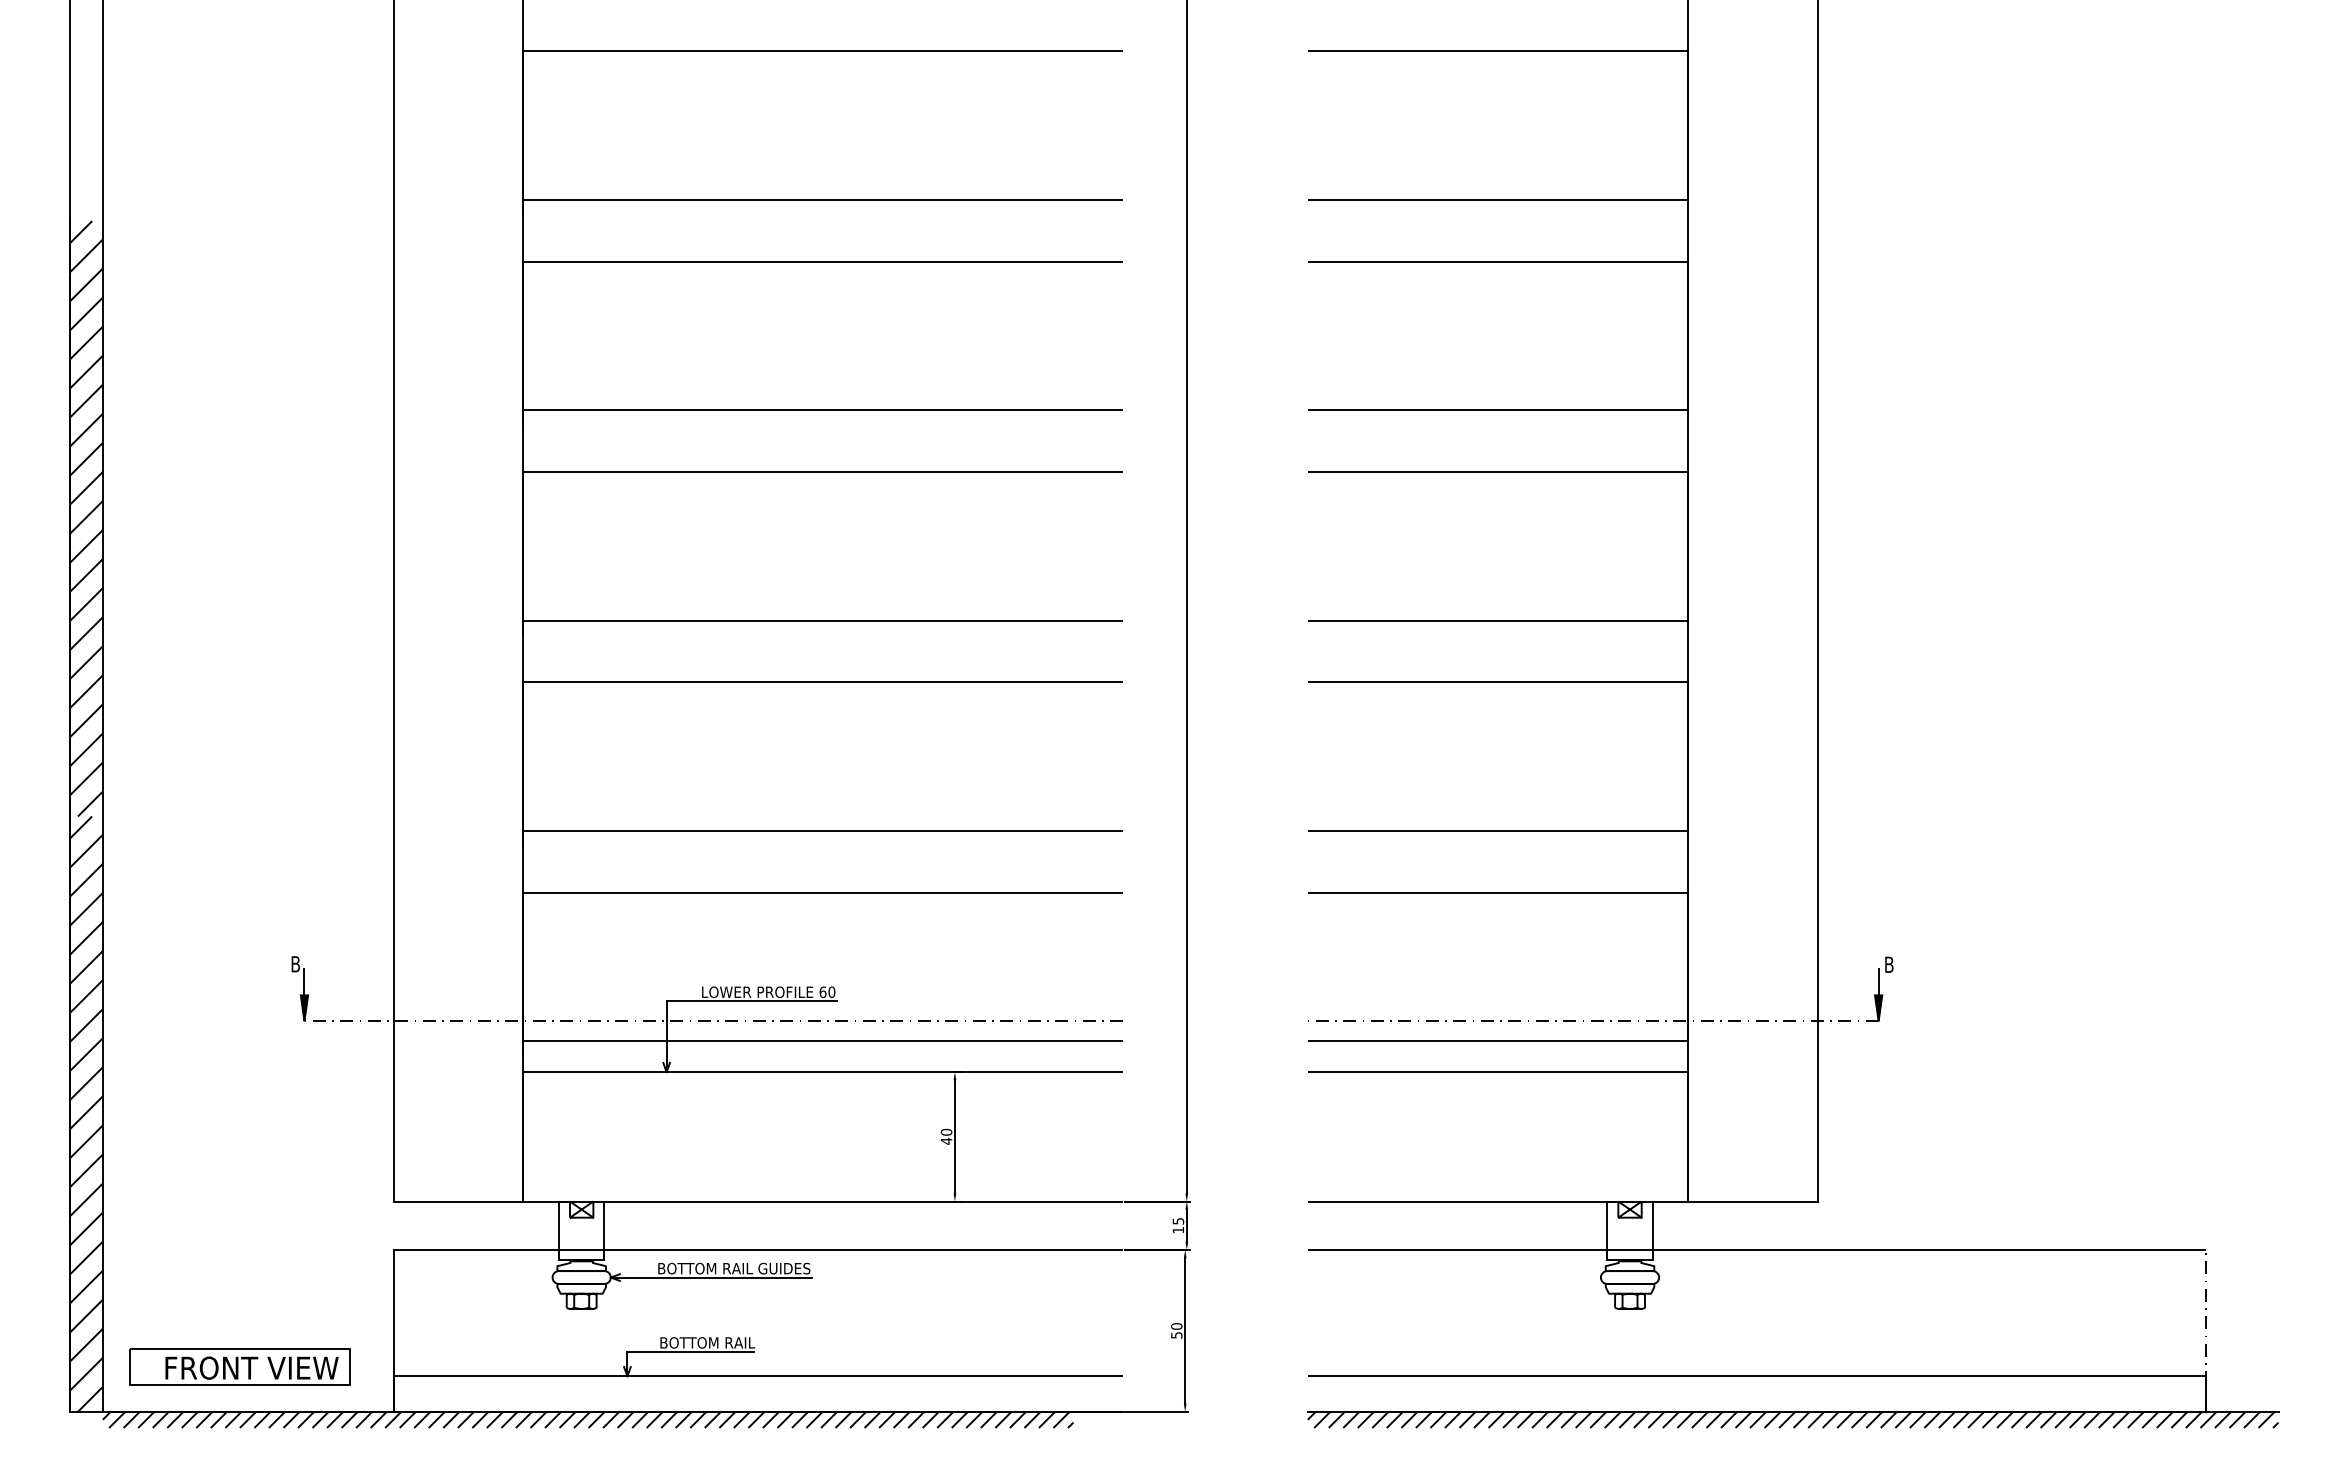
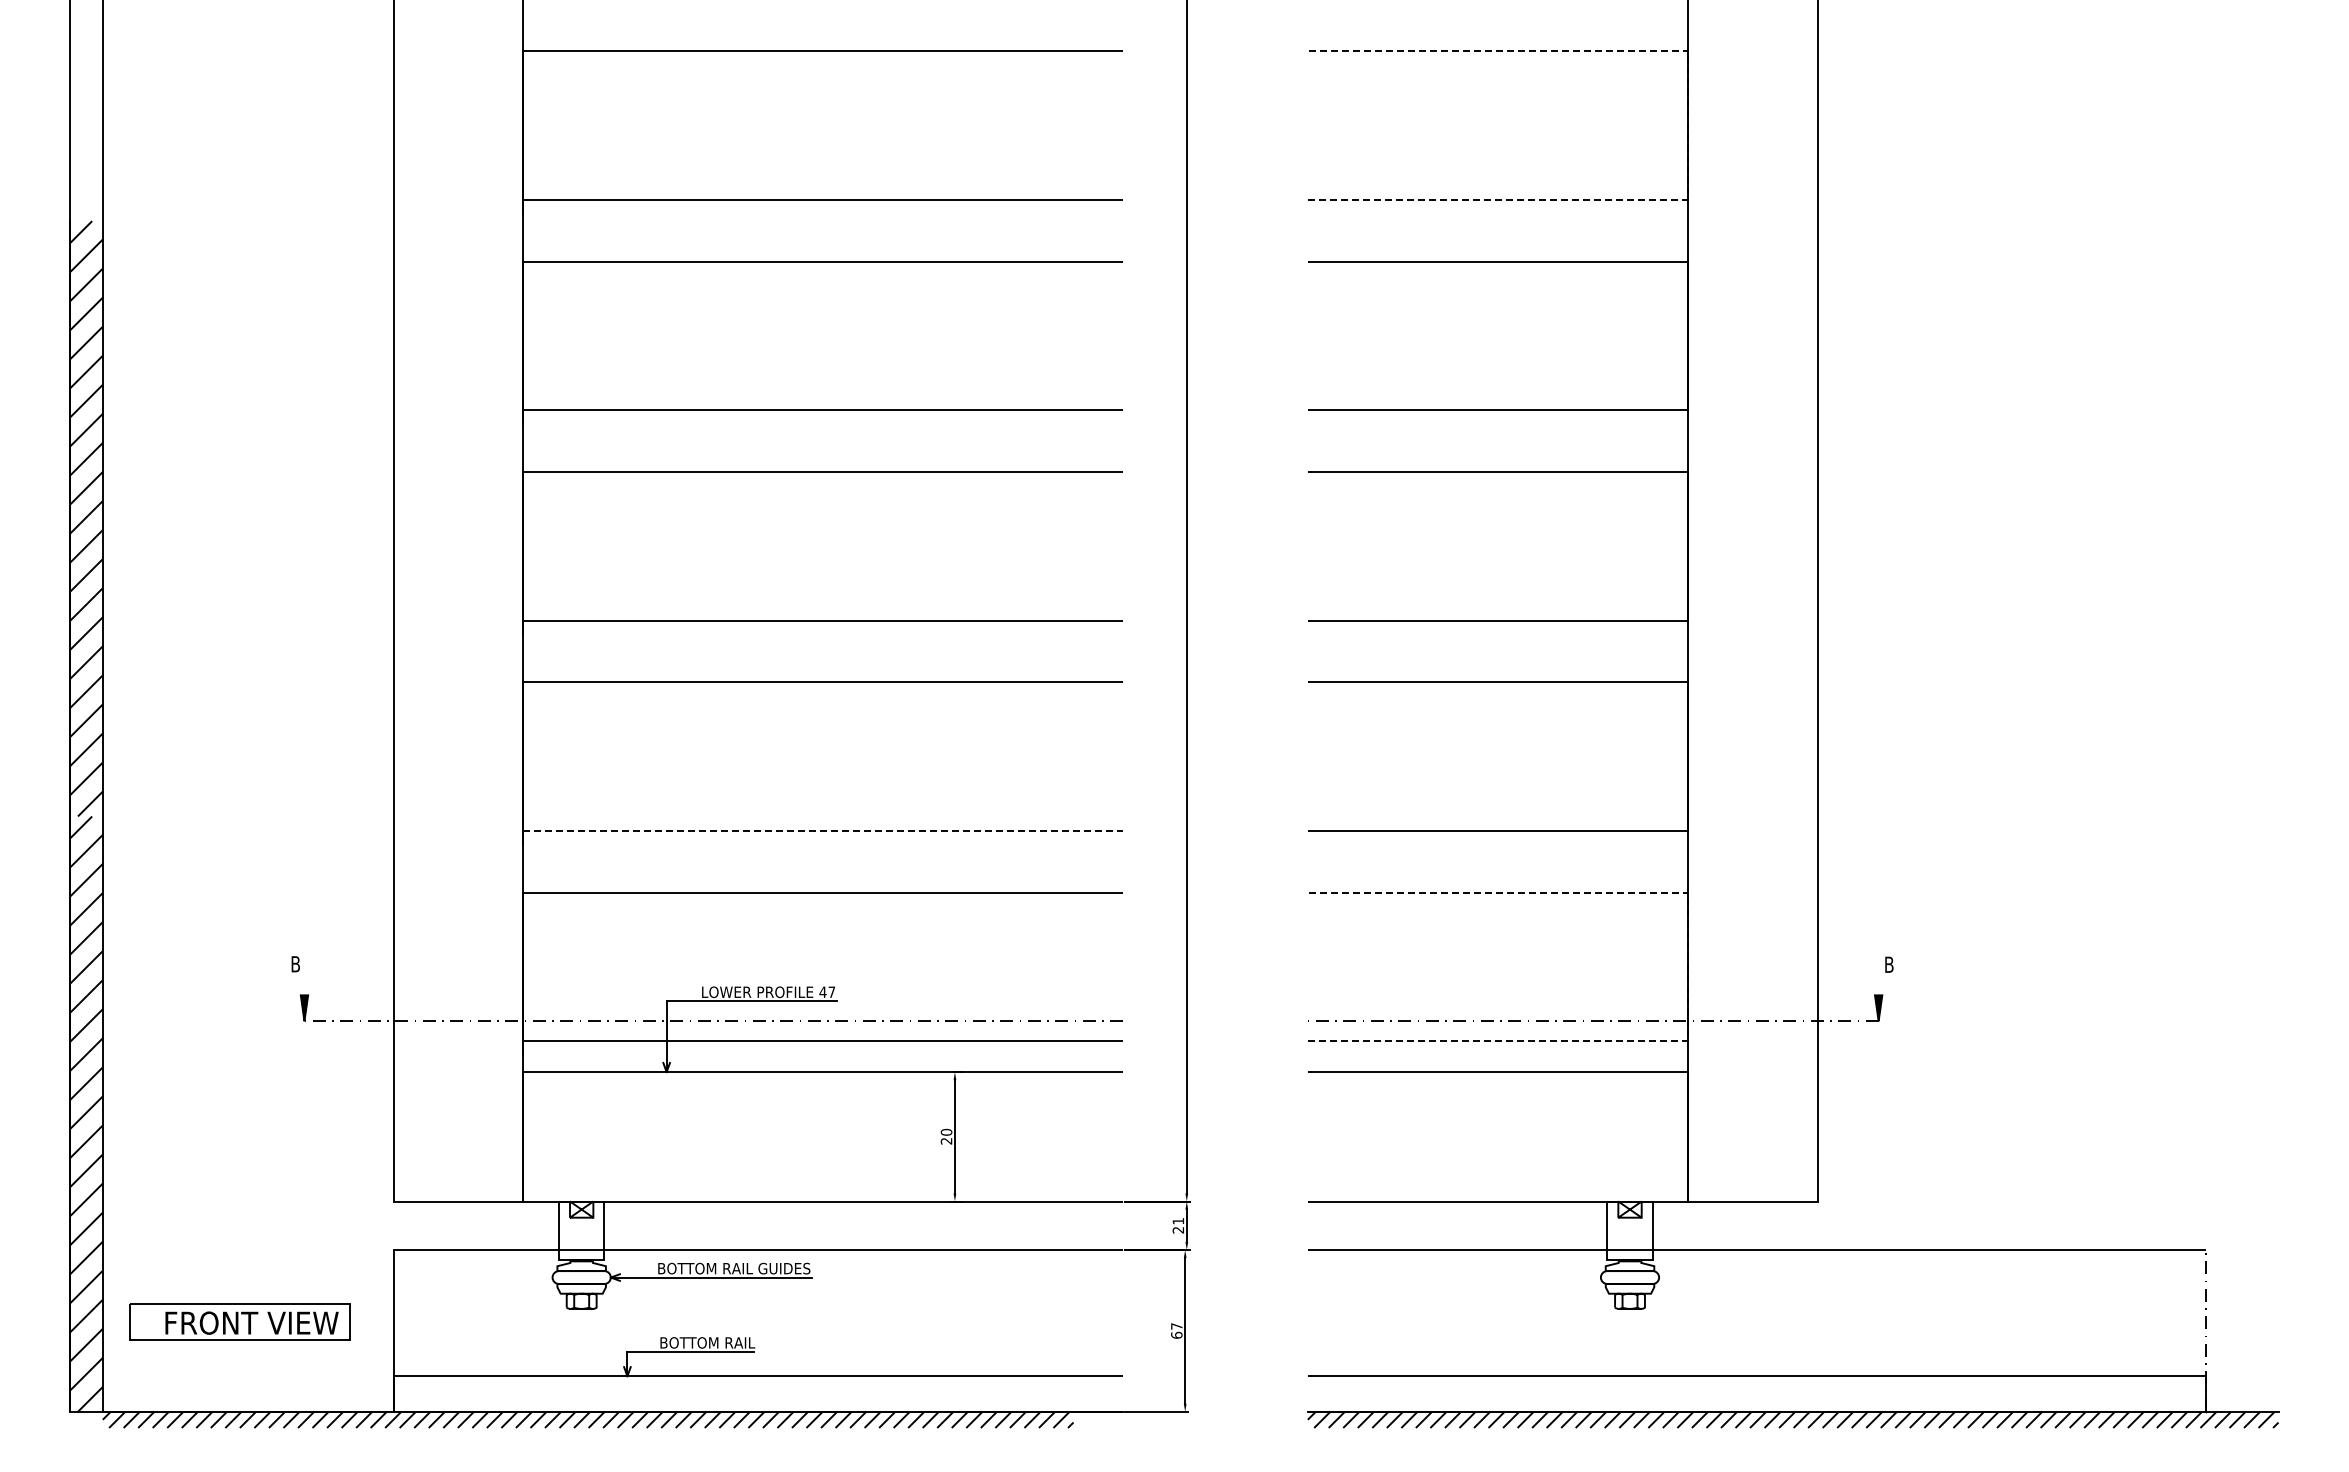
line at (1688, 125): solid -> dashed
line at (823, 831): solid -> dashed
line at (1688, 966): solid -> dashed
line at (304, 982): present -> none
line at (1878, 982): present -> none
text at (827, 992): 60 -> 47
text at (946, 1140): 40 -> 20
text at (1178, 1225): 15 -> 21
text at (1176, 1330): 50 -> 67
part at (239, 1366) position: (239, 1366) -> (239, 1321)
